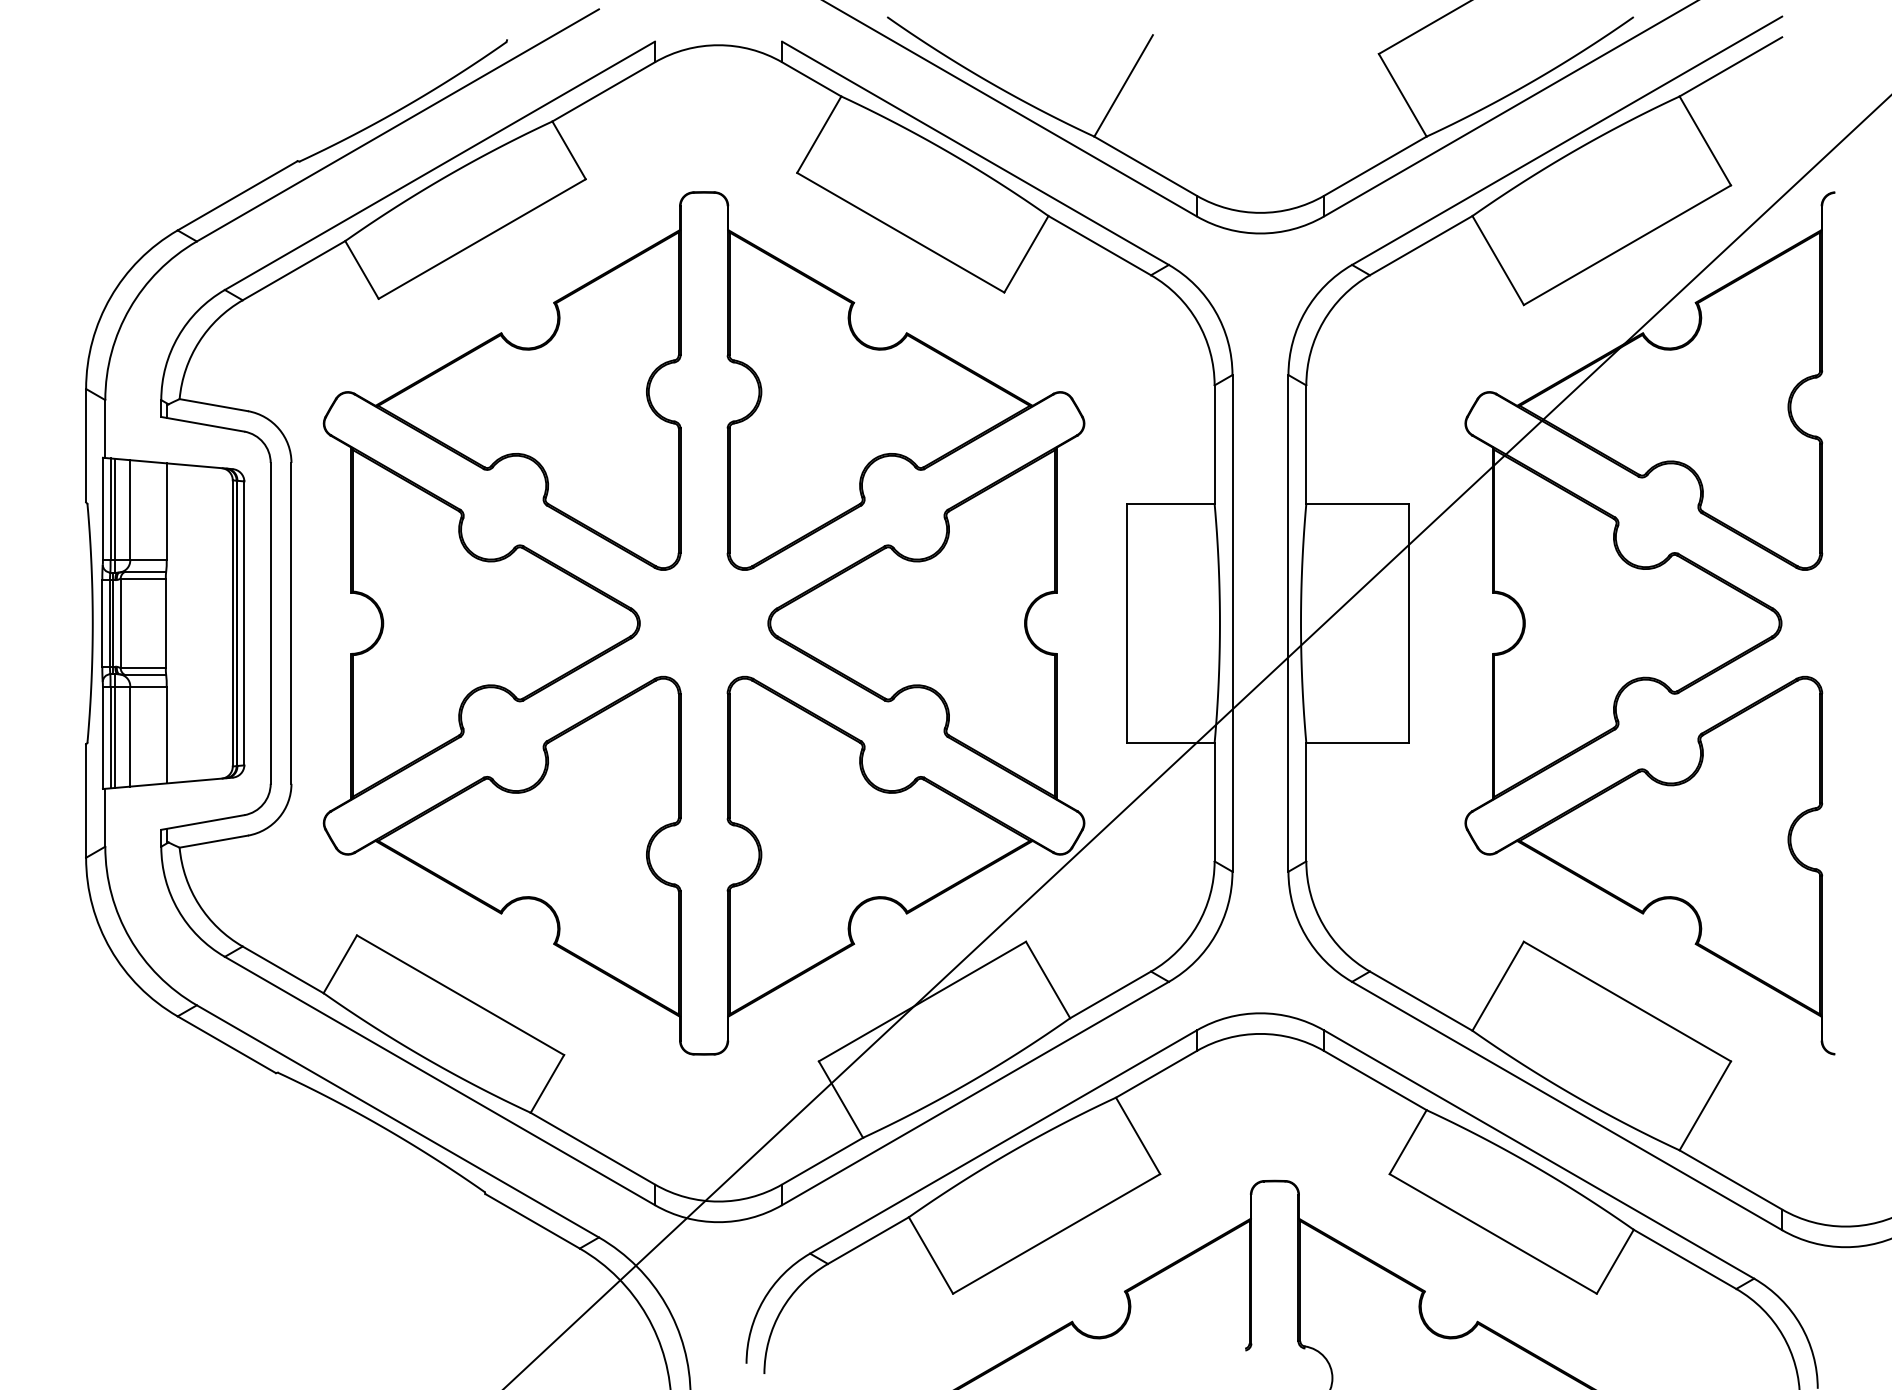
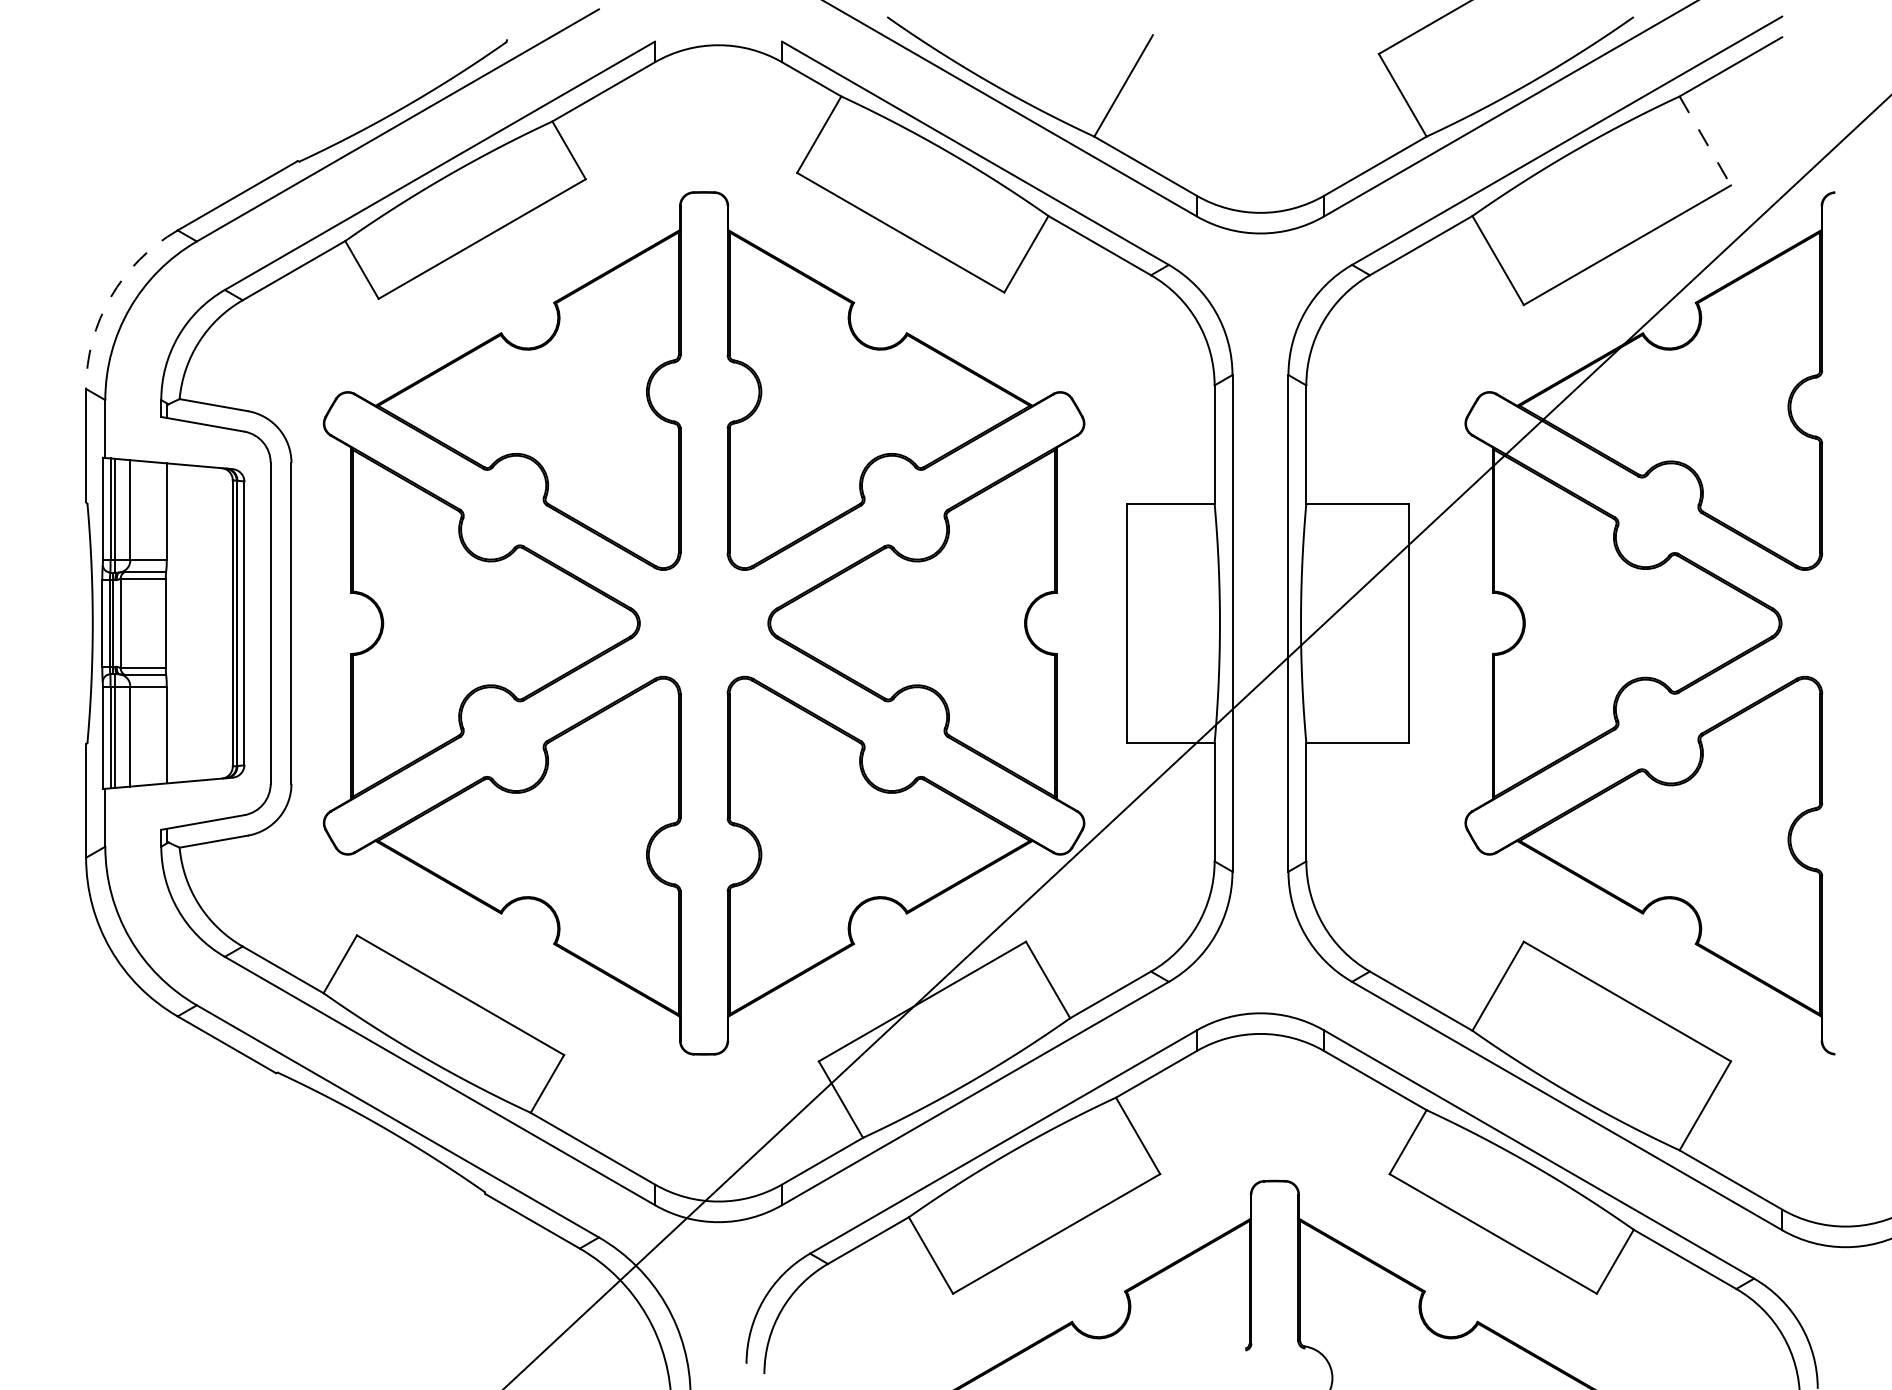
line at (1705, 141): solid -> dashed
arc at (110, 297): solid -> dashed
